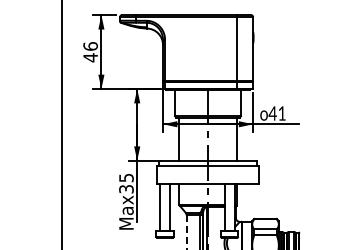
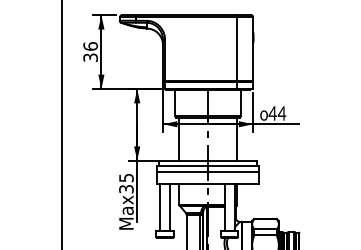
text at (90, 57): 46 -> 36
text at (281, 113): 41 -> 44
line at (207, 171): none -> present
line at (186, 232): dashed -> solid
